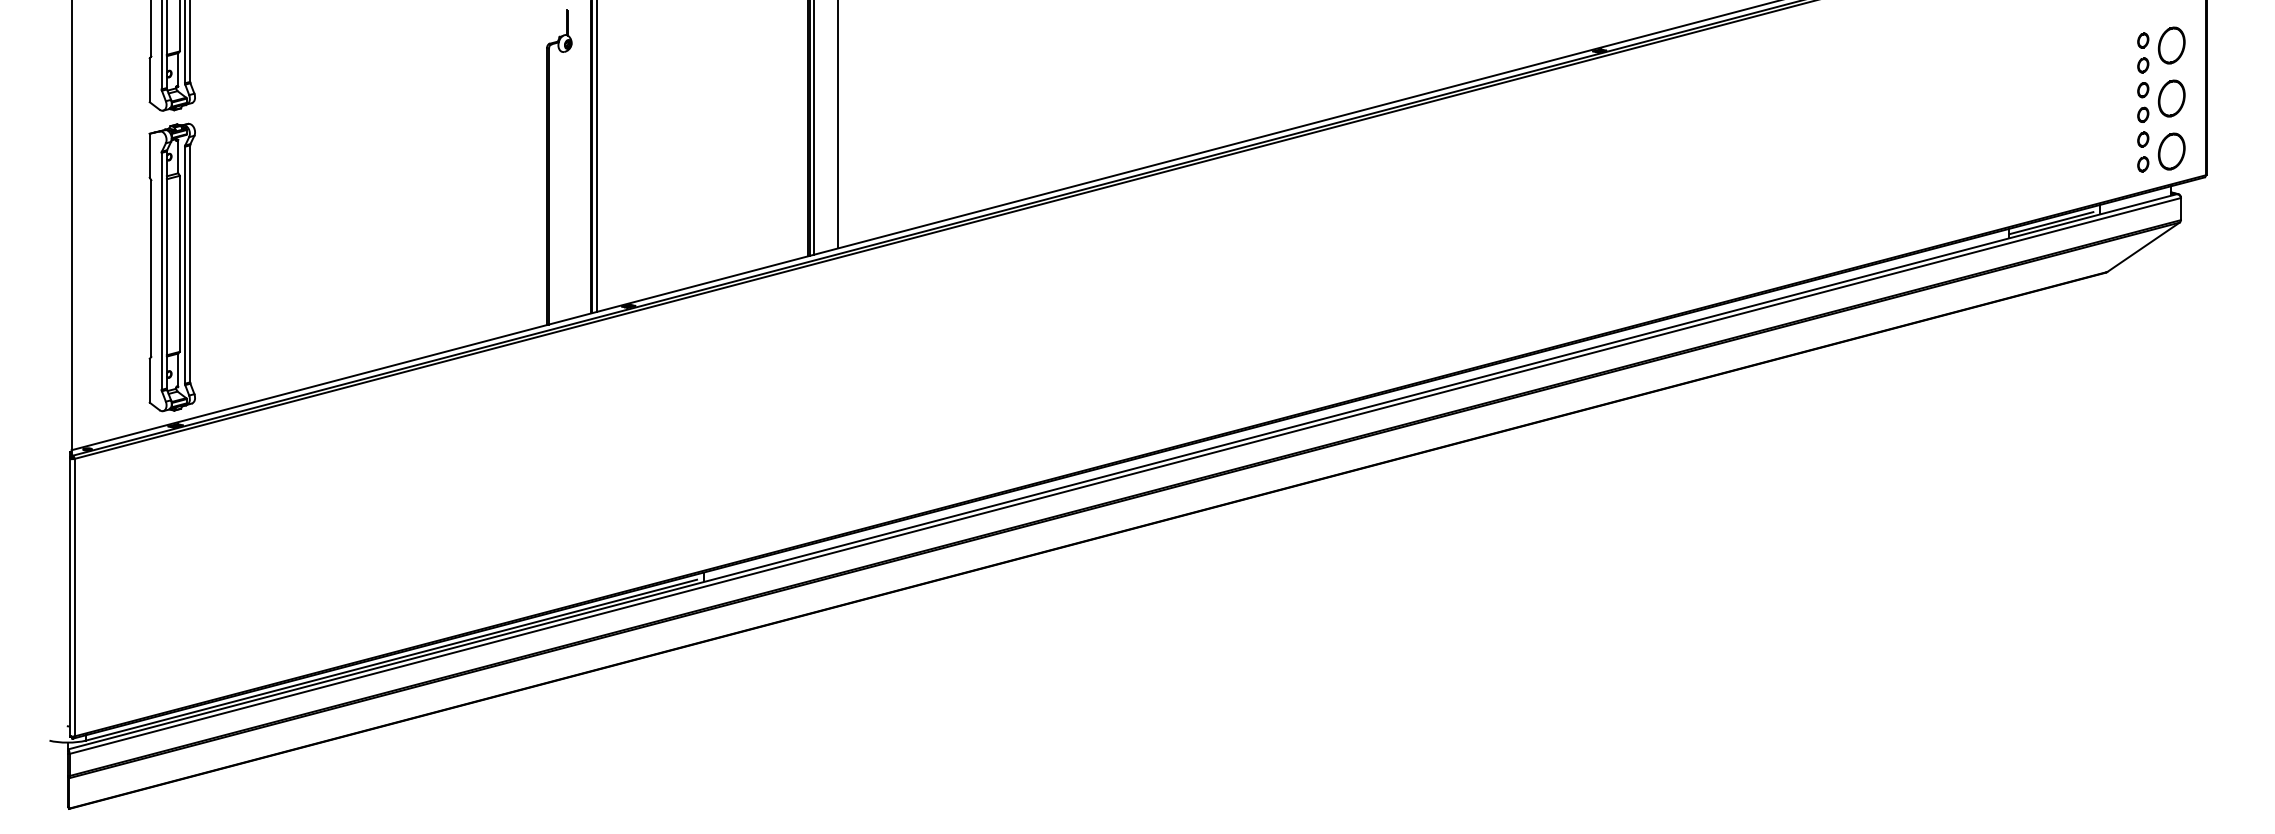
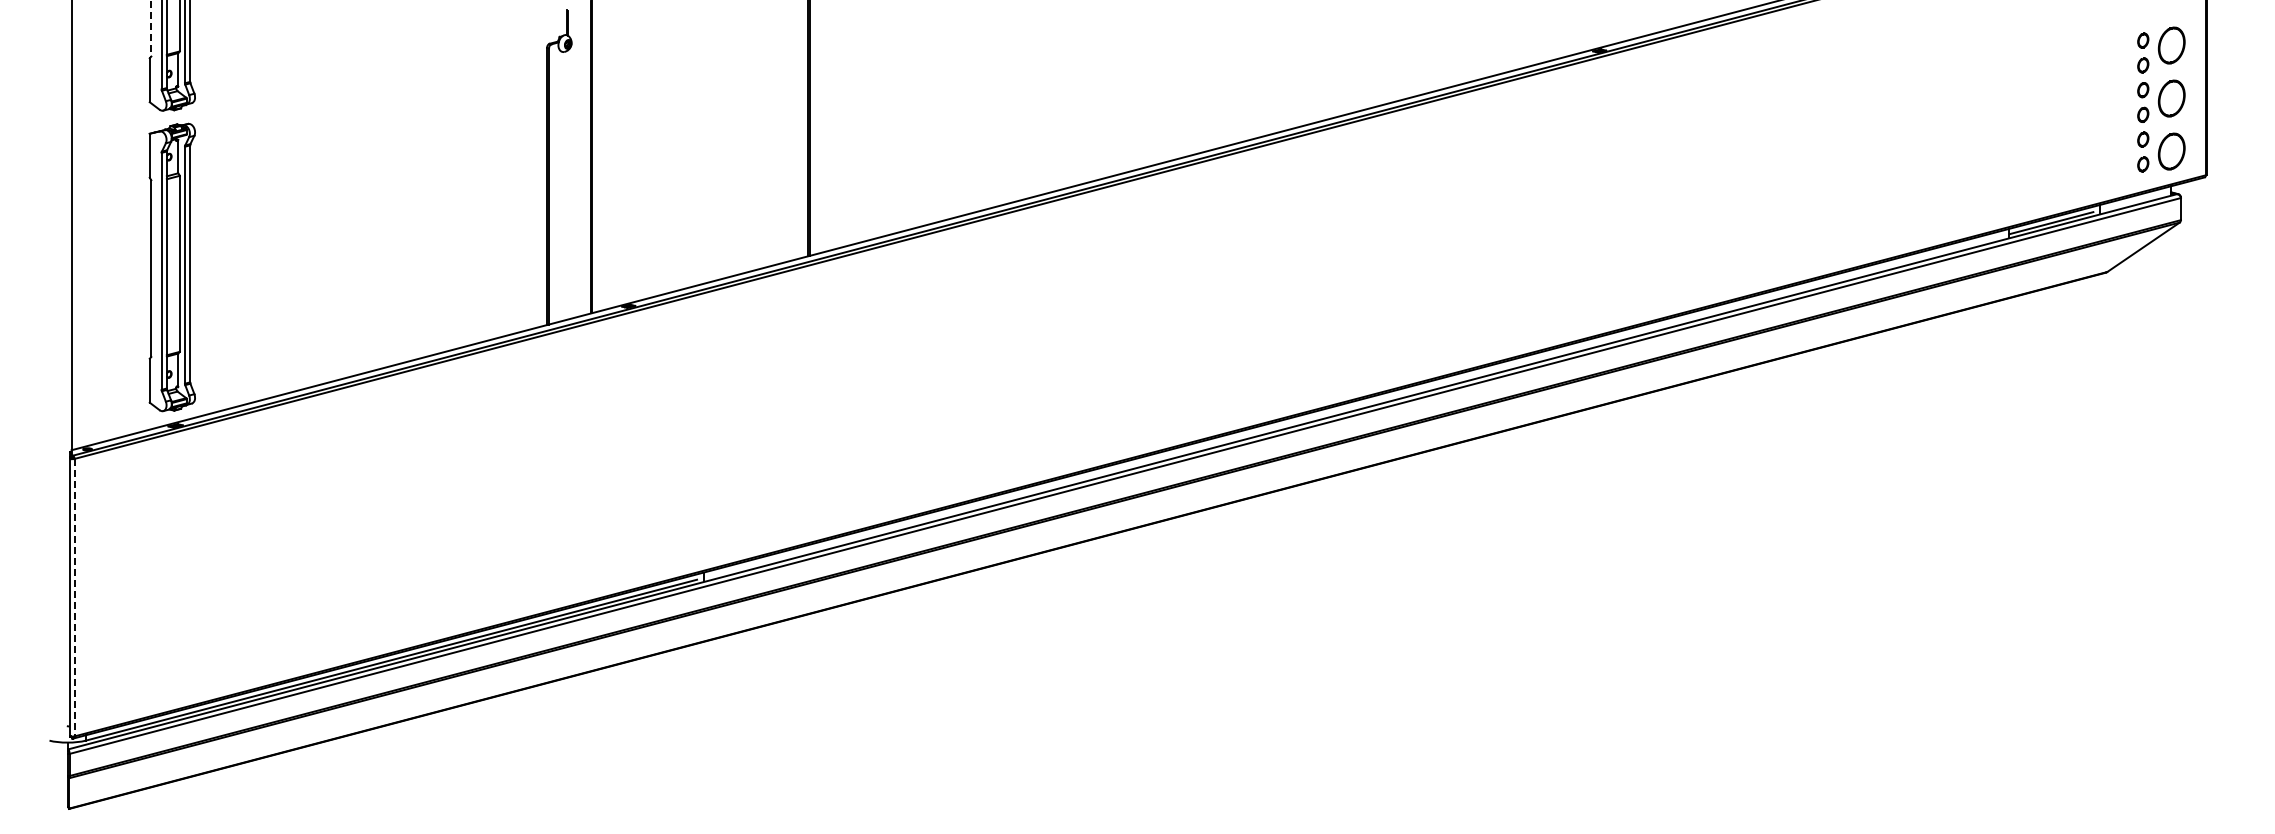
line at (151, 28): solid -> dashed
line at (838, 125): present -> none
line at (813, 128): present -> none
line at (597, 156): present -> none
line at (74, 597): solid -> dashed
